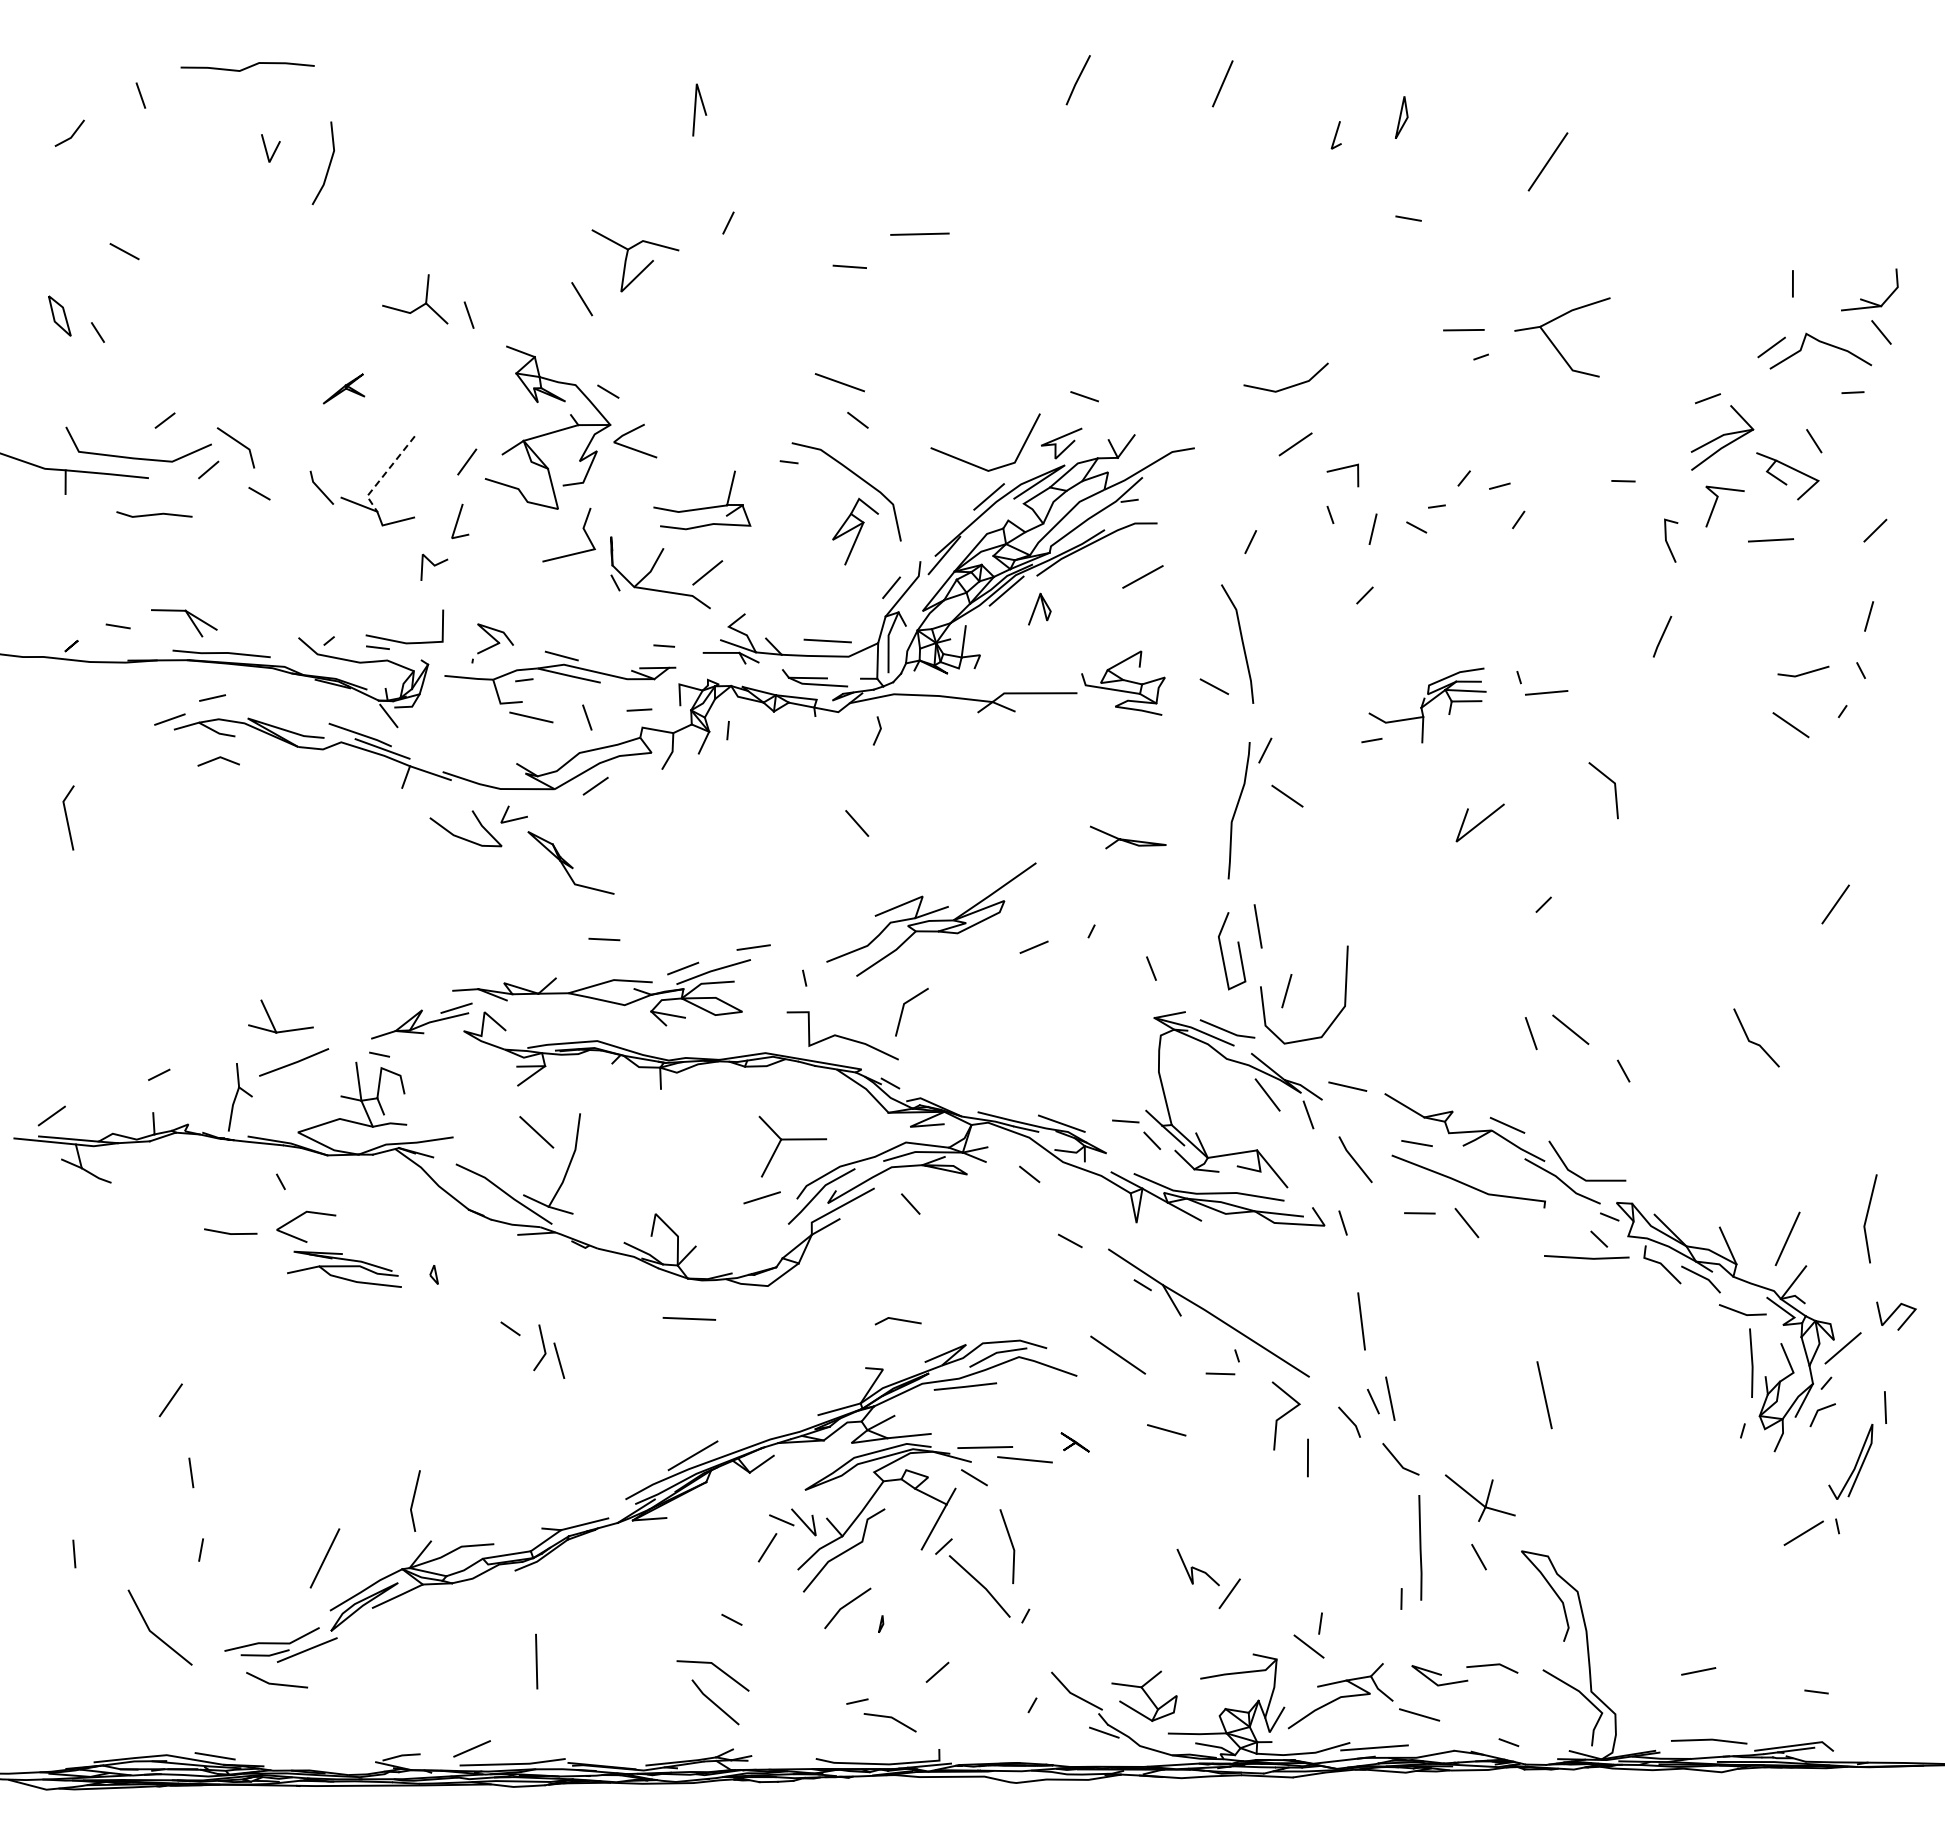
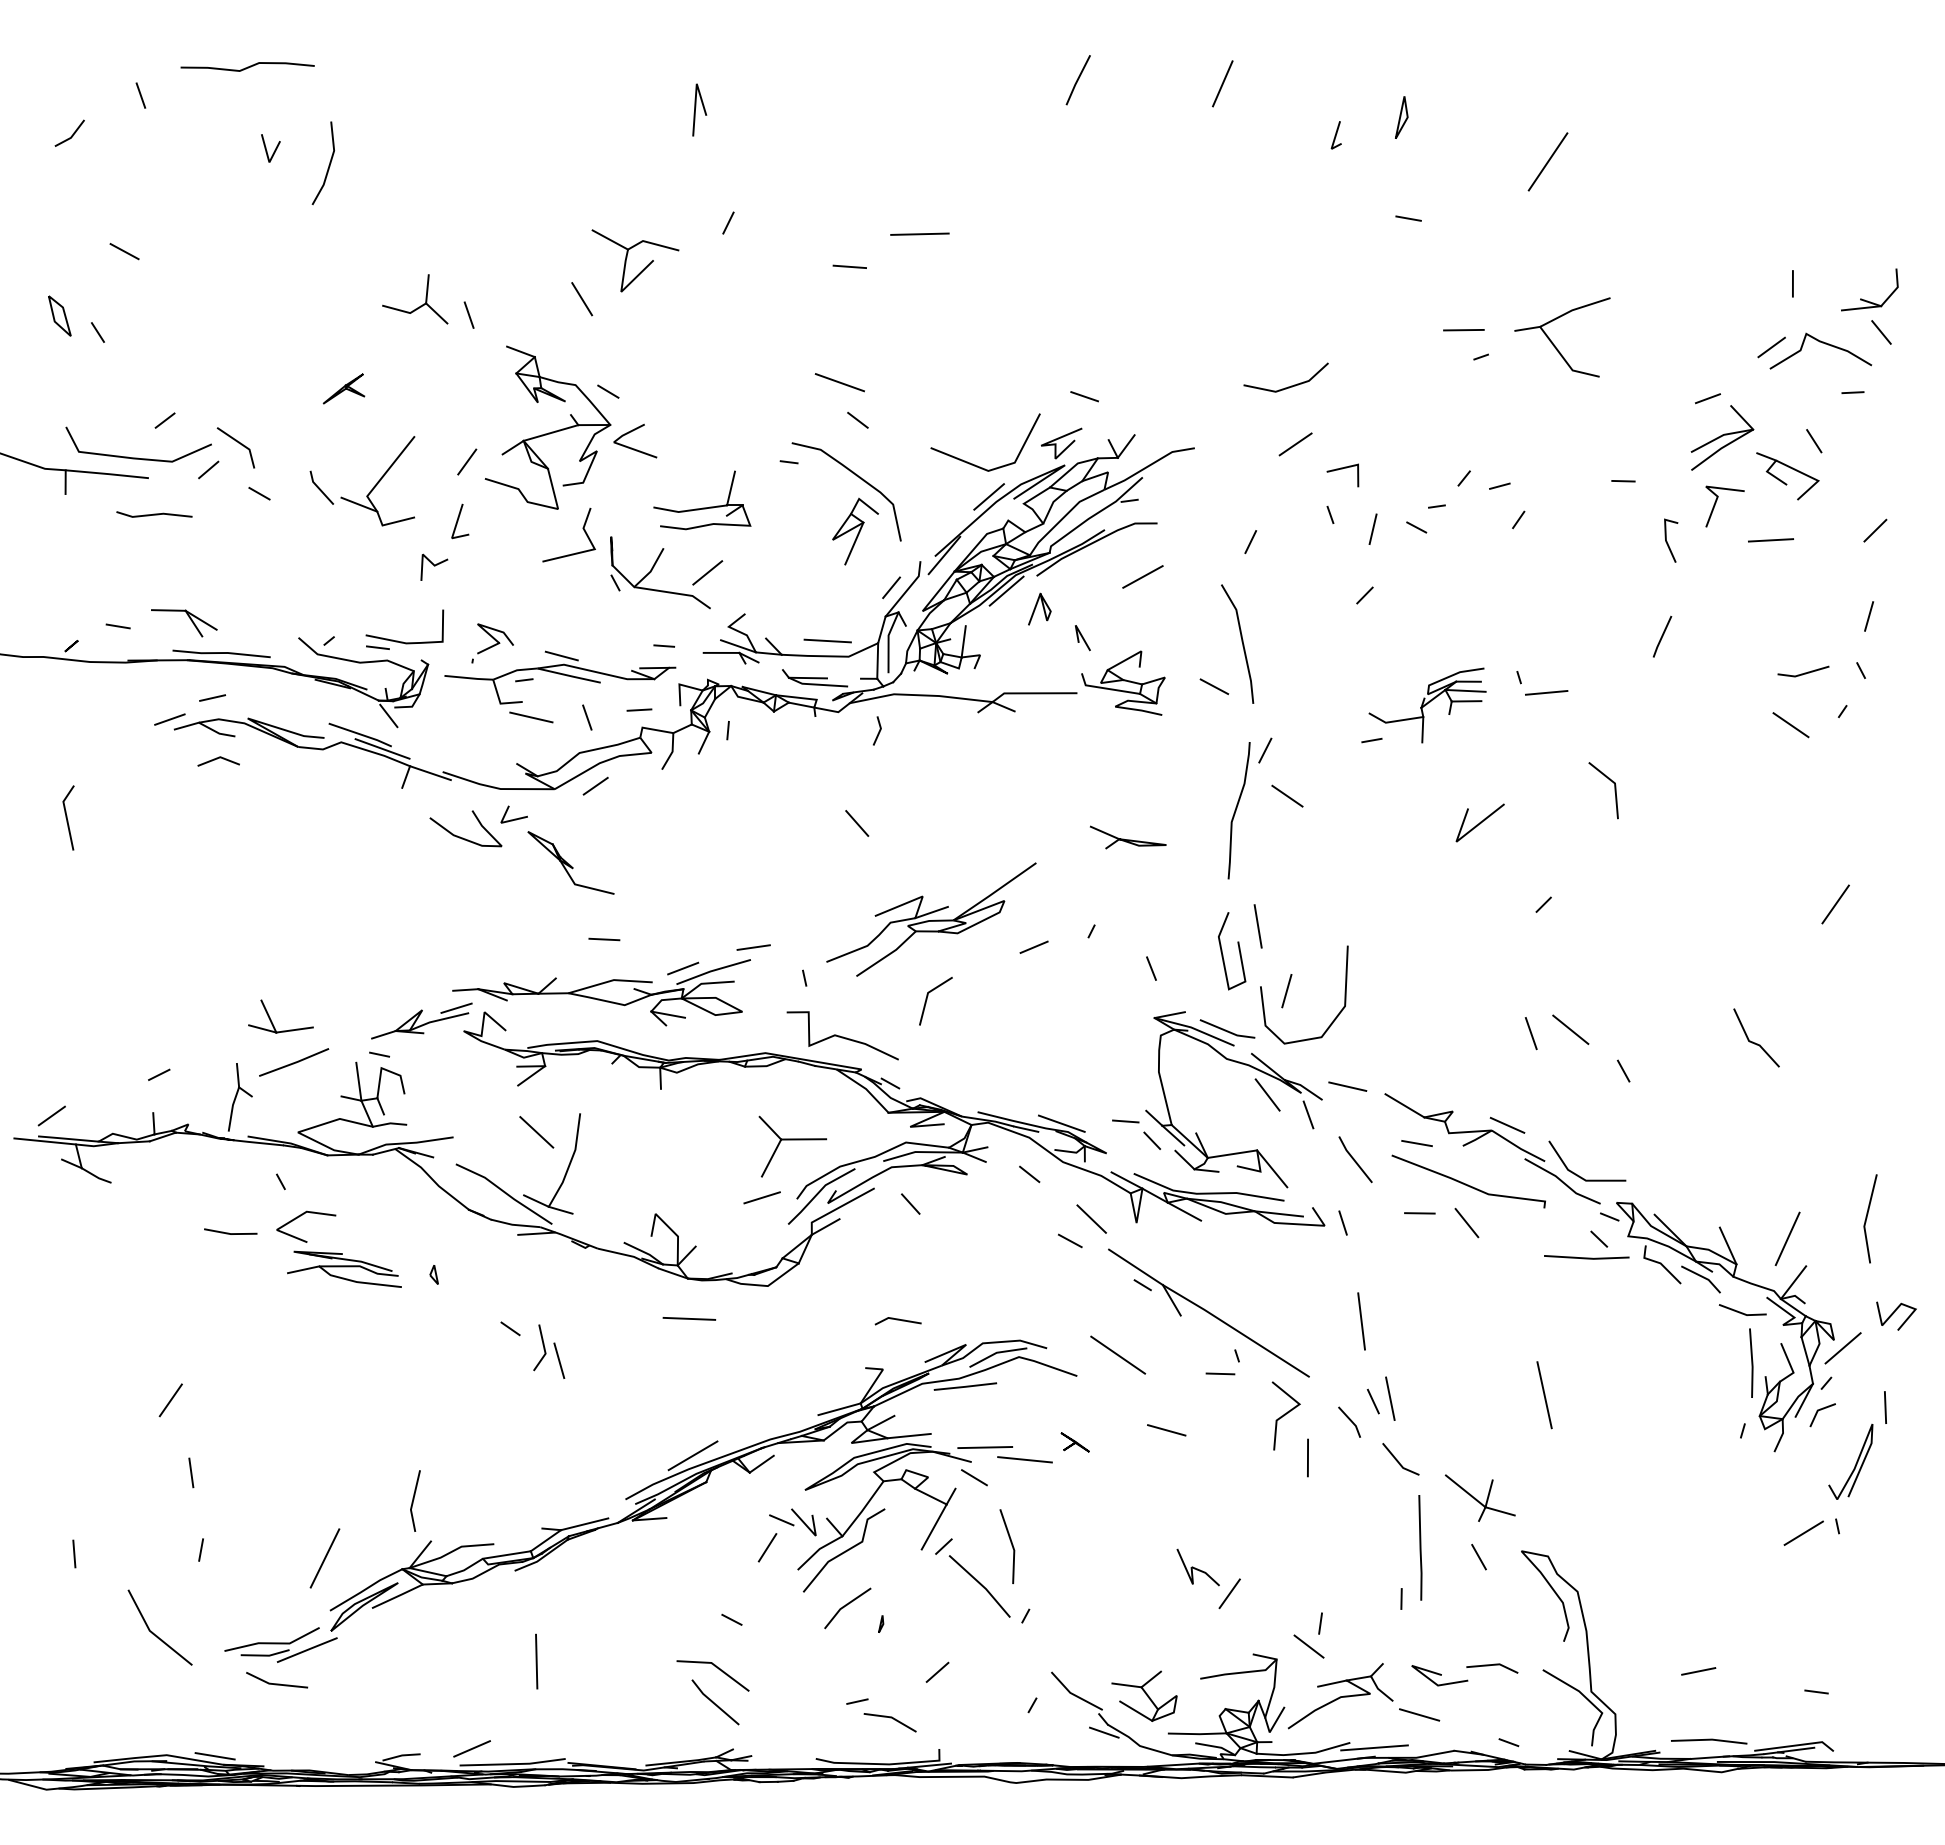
line at (384, 474): dashed -> solid
line at (1082, 638): none -> present
line at (903, 1011) position: (903, 1011) -> (927, 1000)
line at (1091, 1218): none -> present
